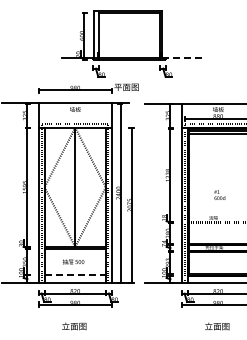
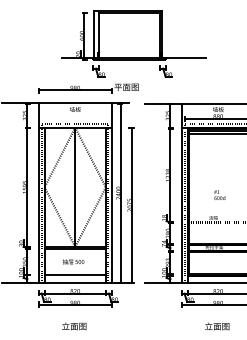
line at (184, 58): dashed -> solid
line at (75, 275): dashed -> solid
